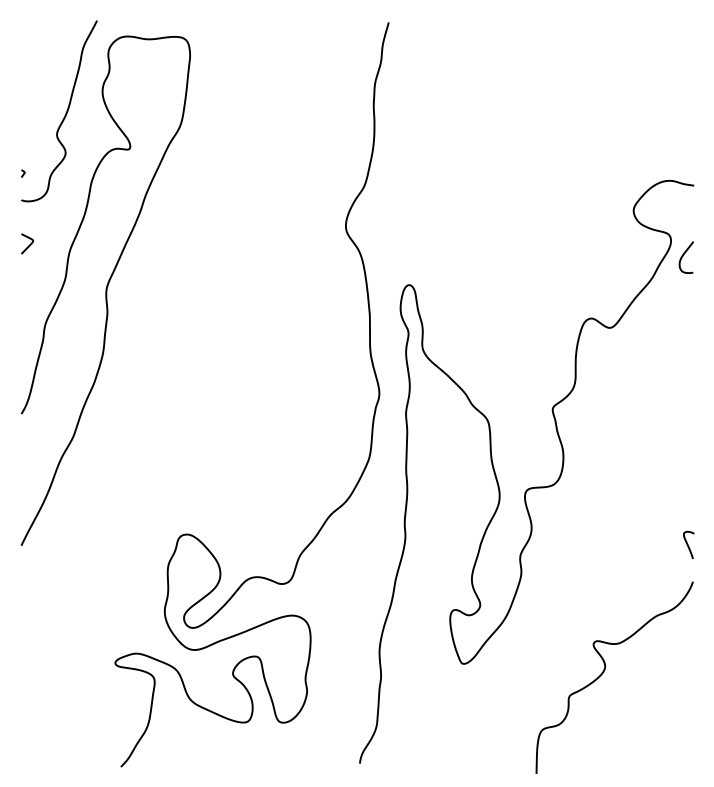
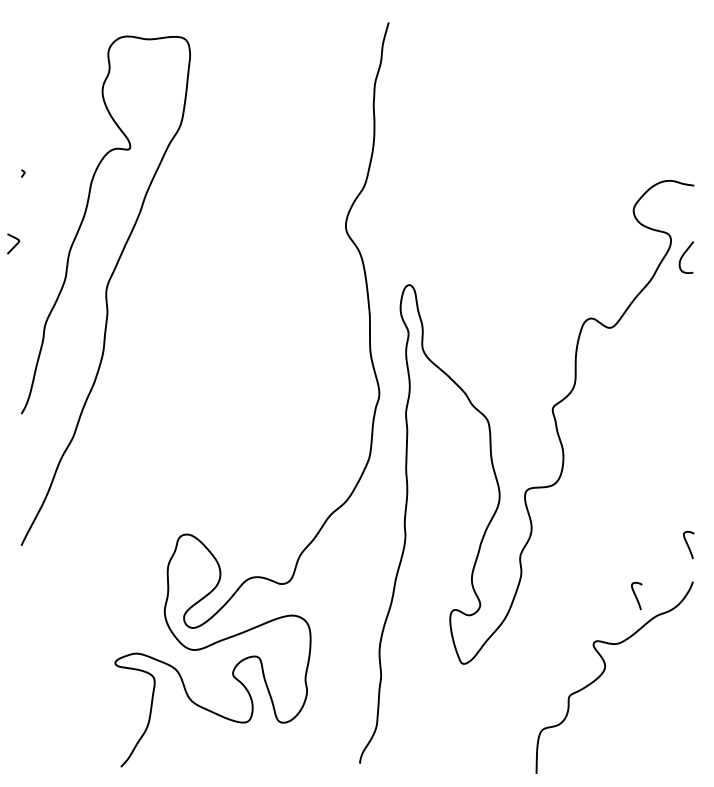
curve at (65, 113): present -> none
curve at (29, 244) position: (29, 244) -> (15, 244)
curve at (636, 595): none -> present
